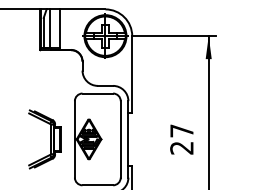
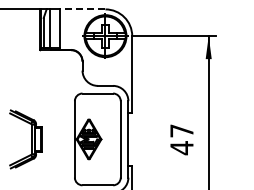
line at (82, 9): solid -> dashed
part at (44, 139) position: (44, 139) -> (25, 139)
text at (181, 148): 27 -> 47
